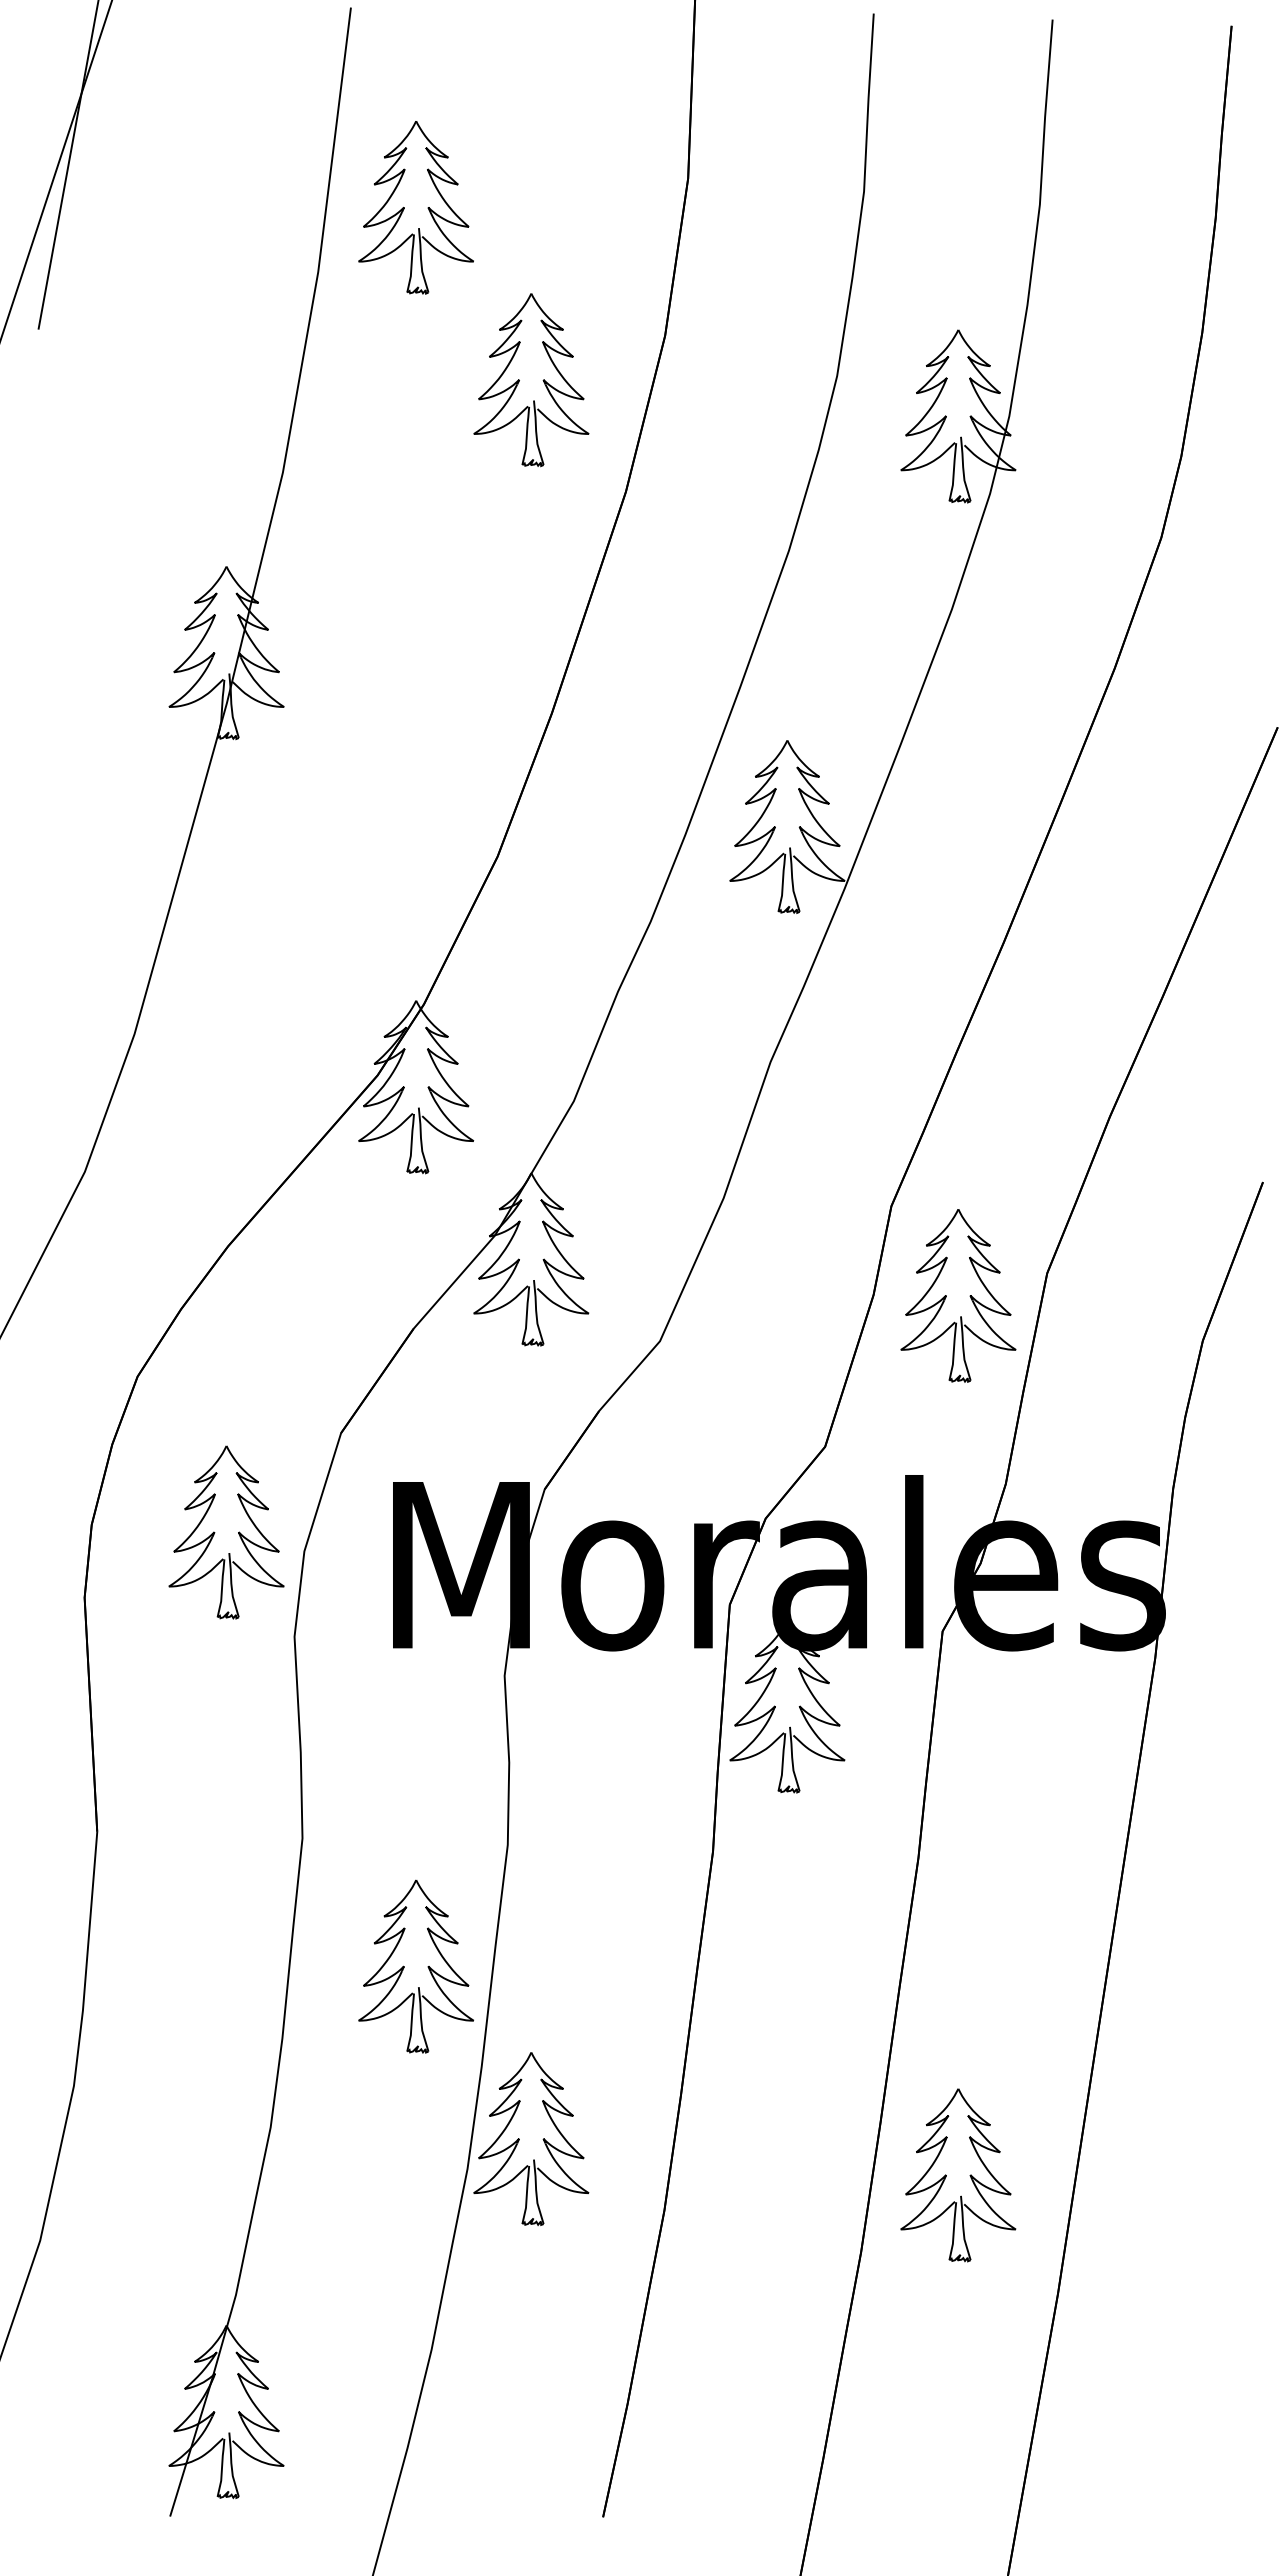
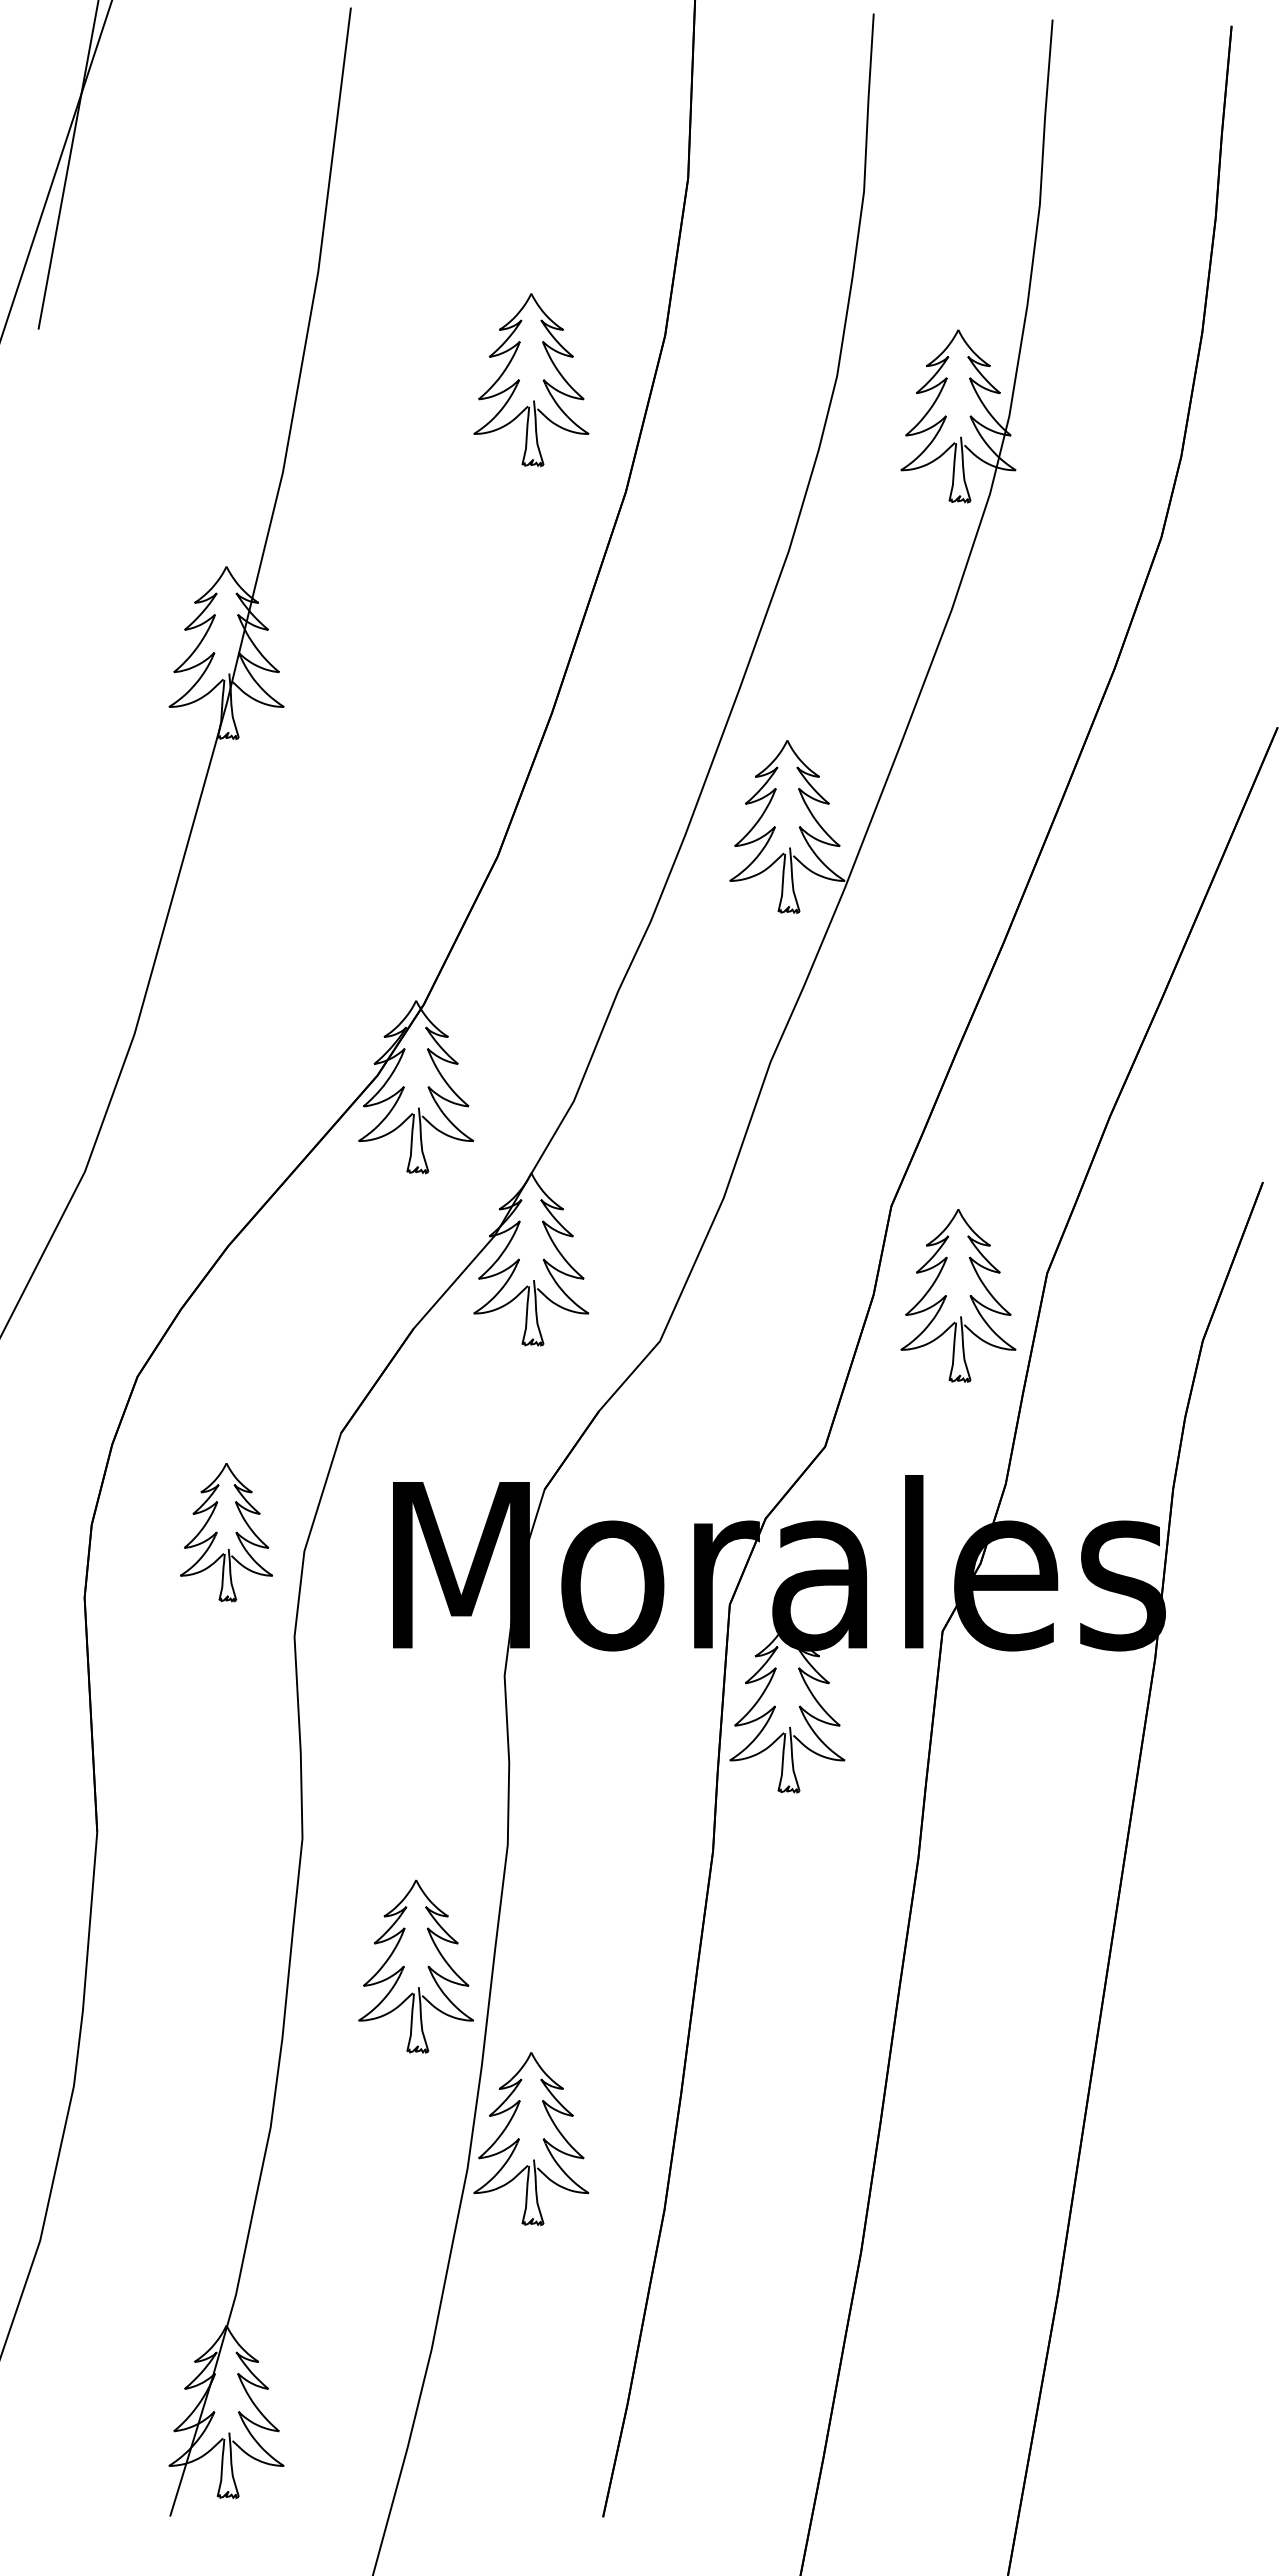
part at (415, 207): present -> none
part at (226, 1532) size: 117x175 px -> 93x140 px
part at (969, 2175): present -> none
